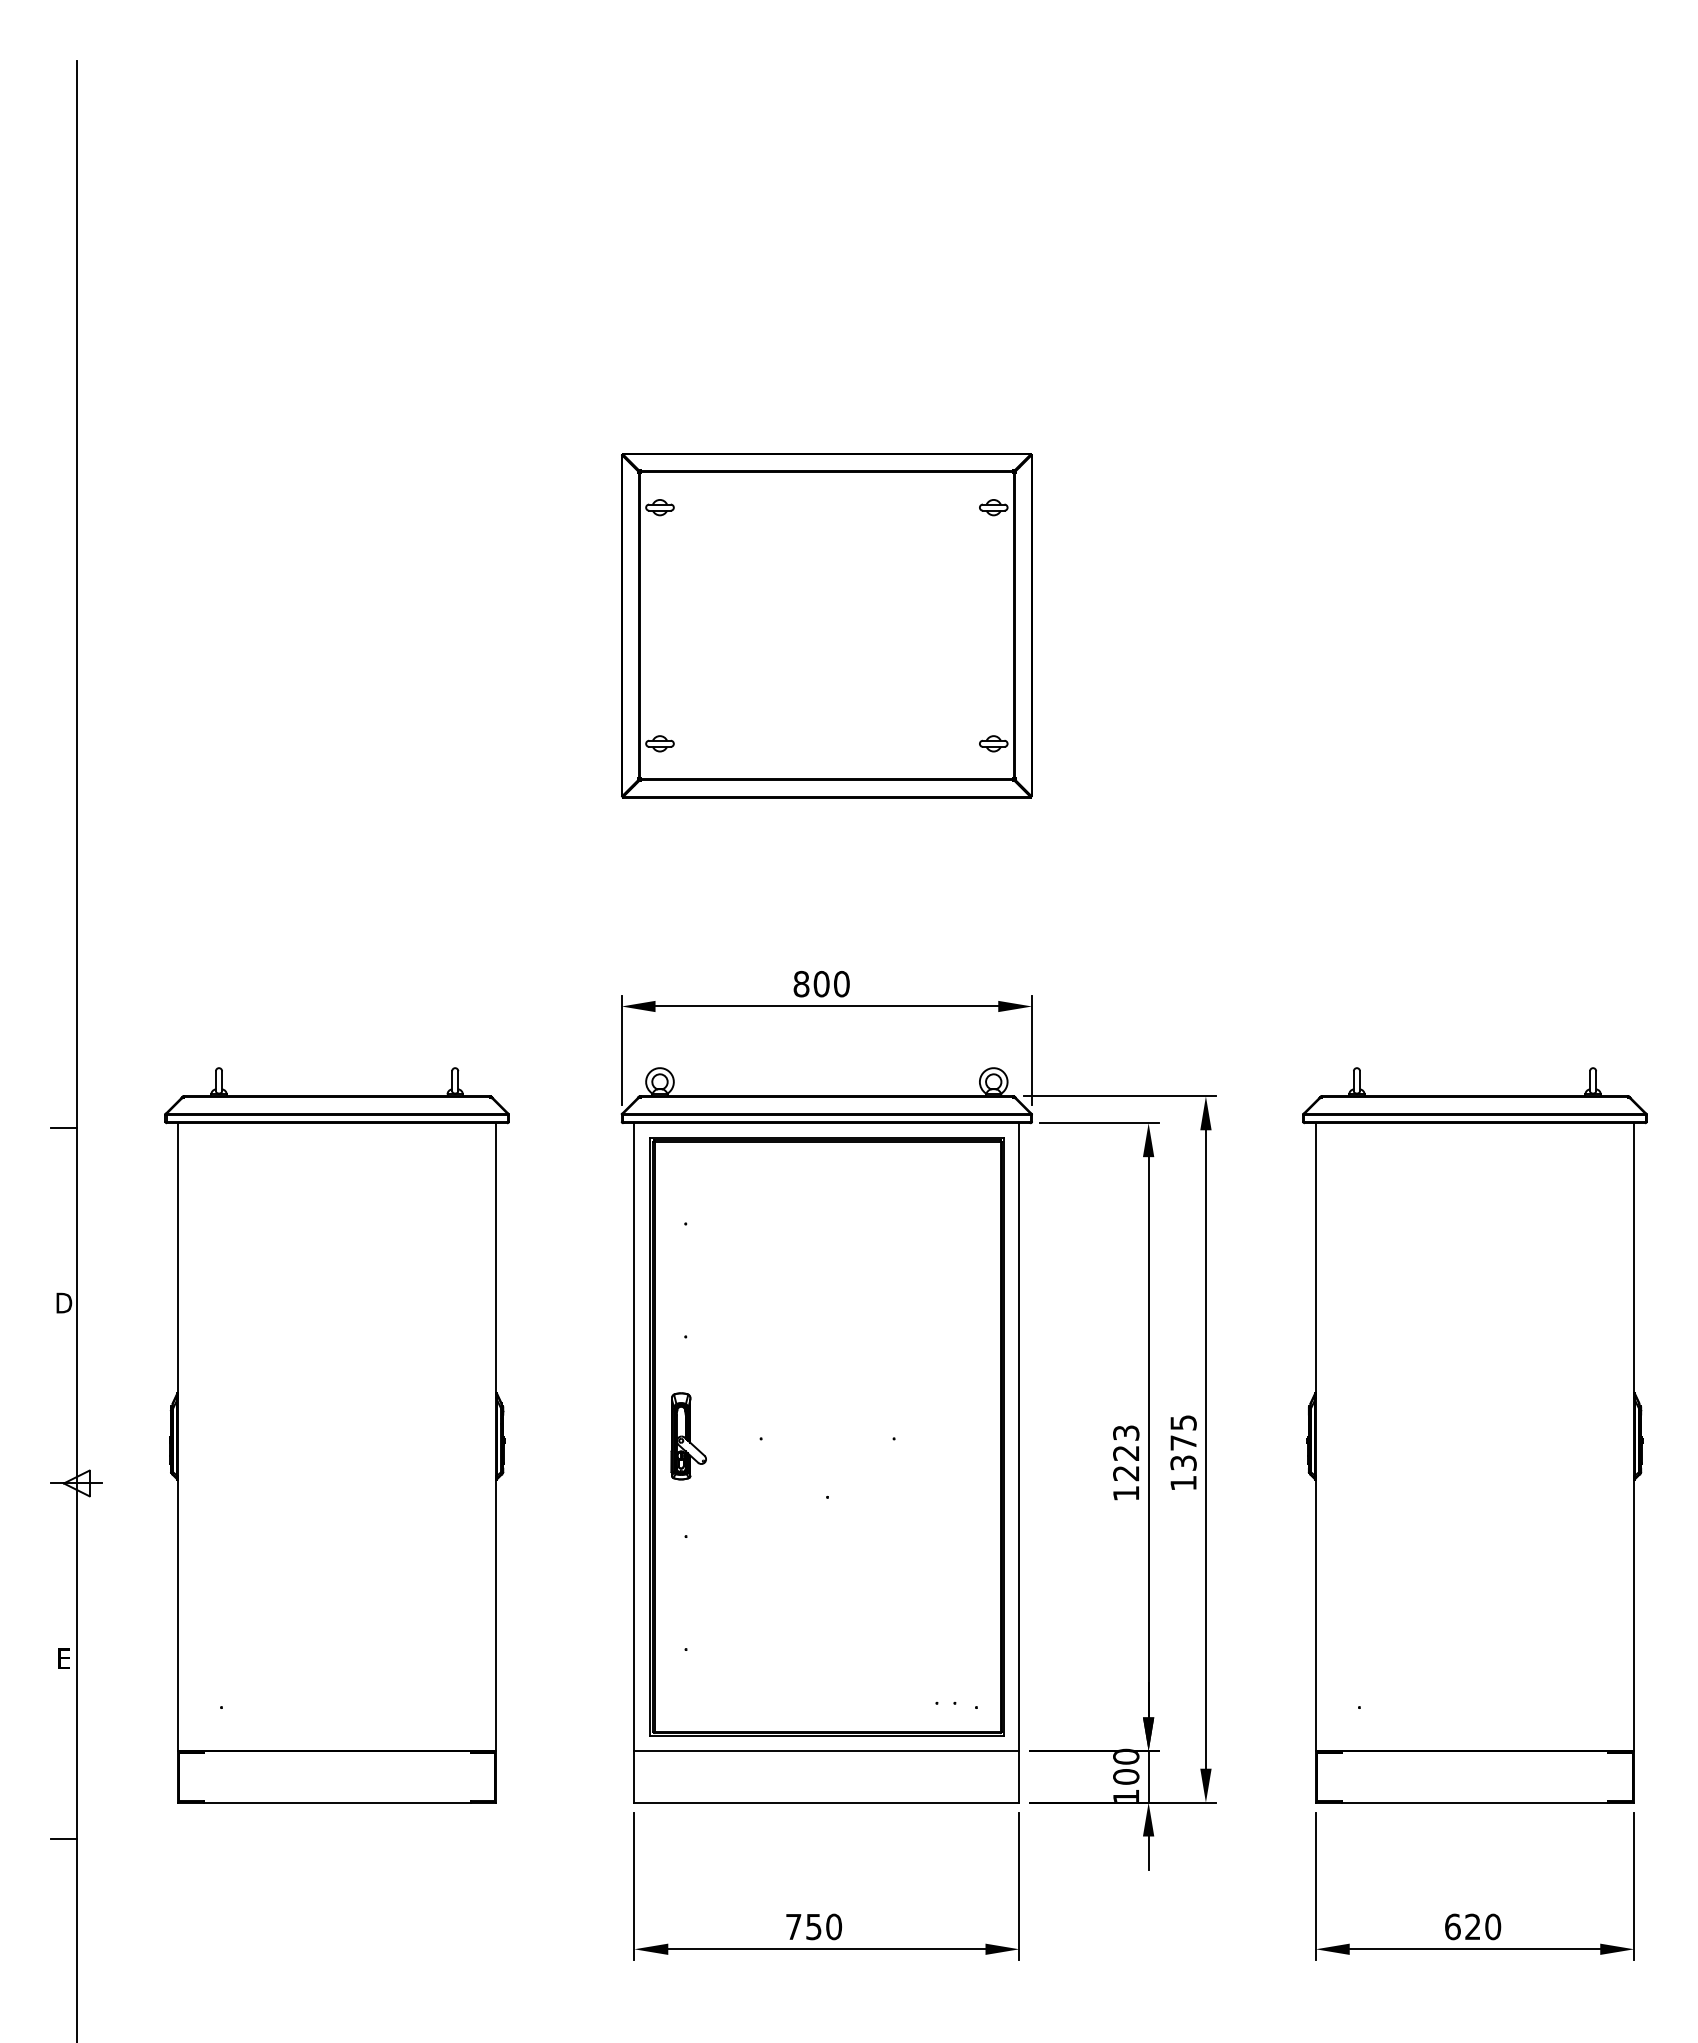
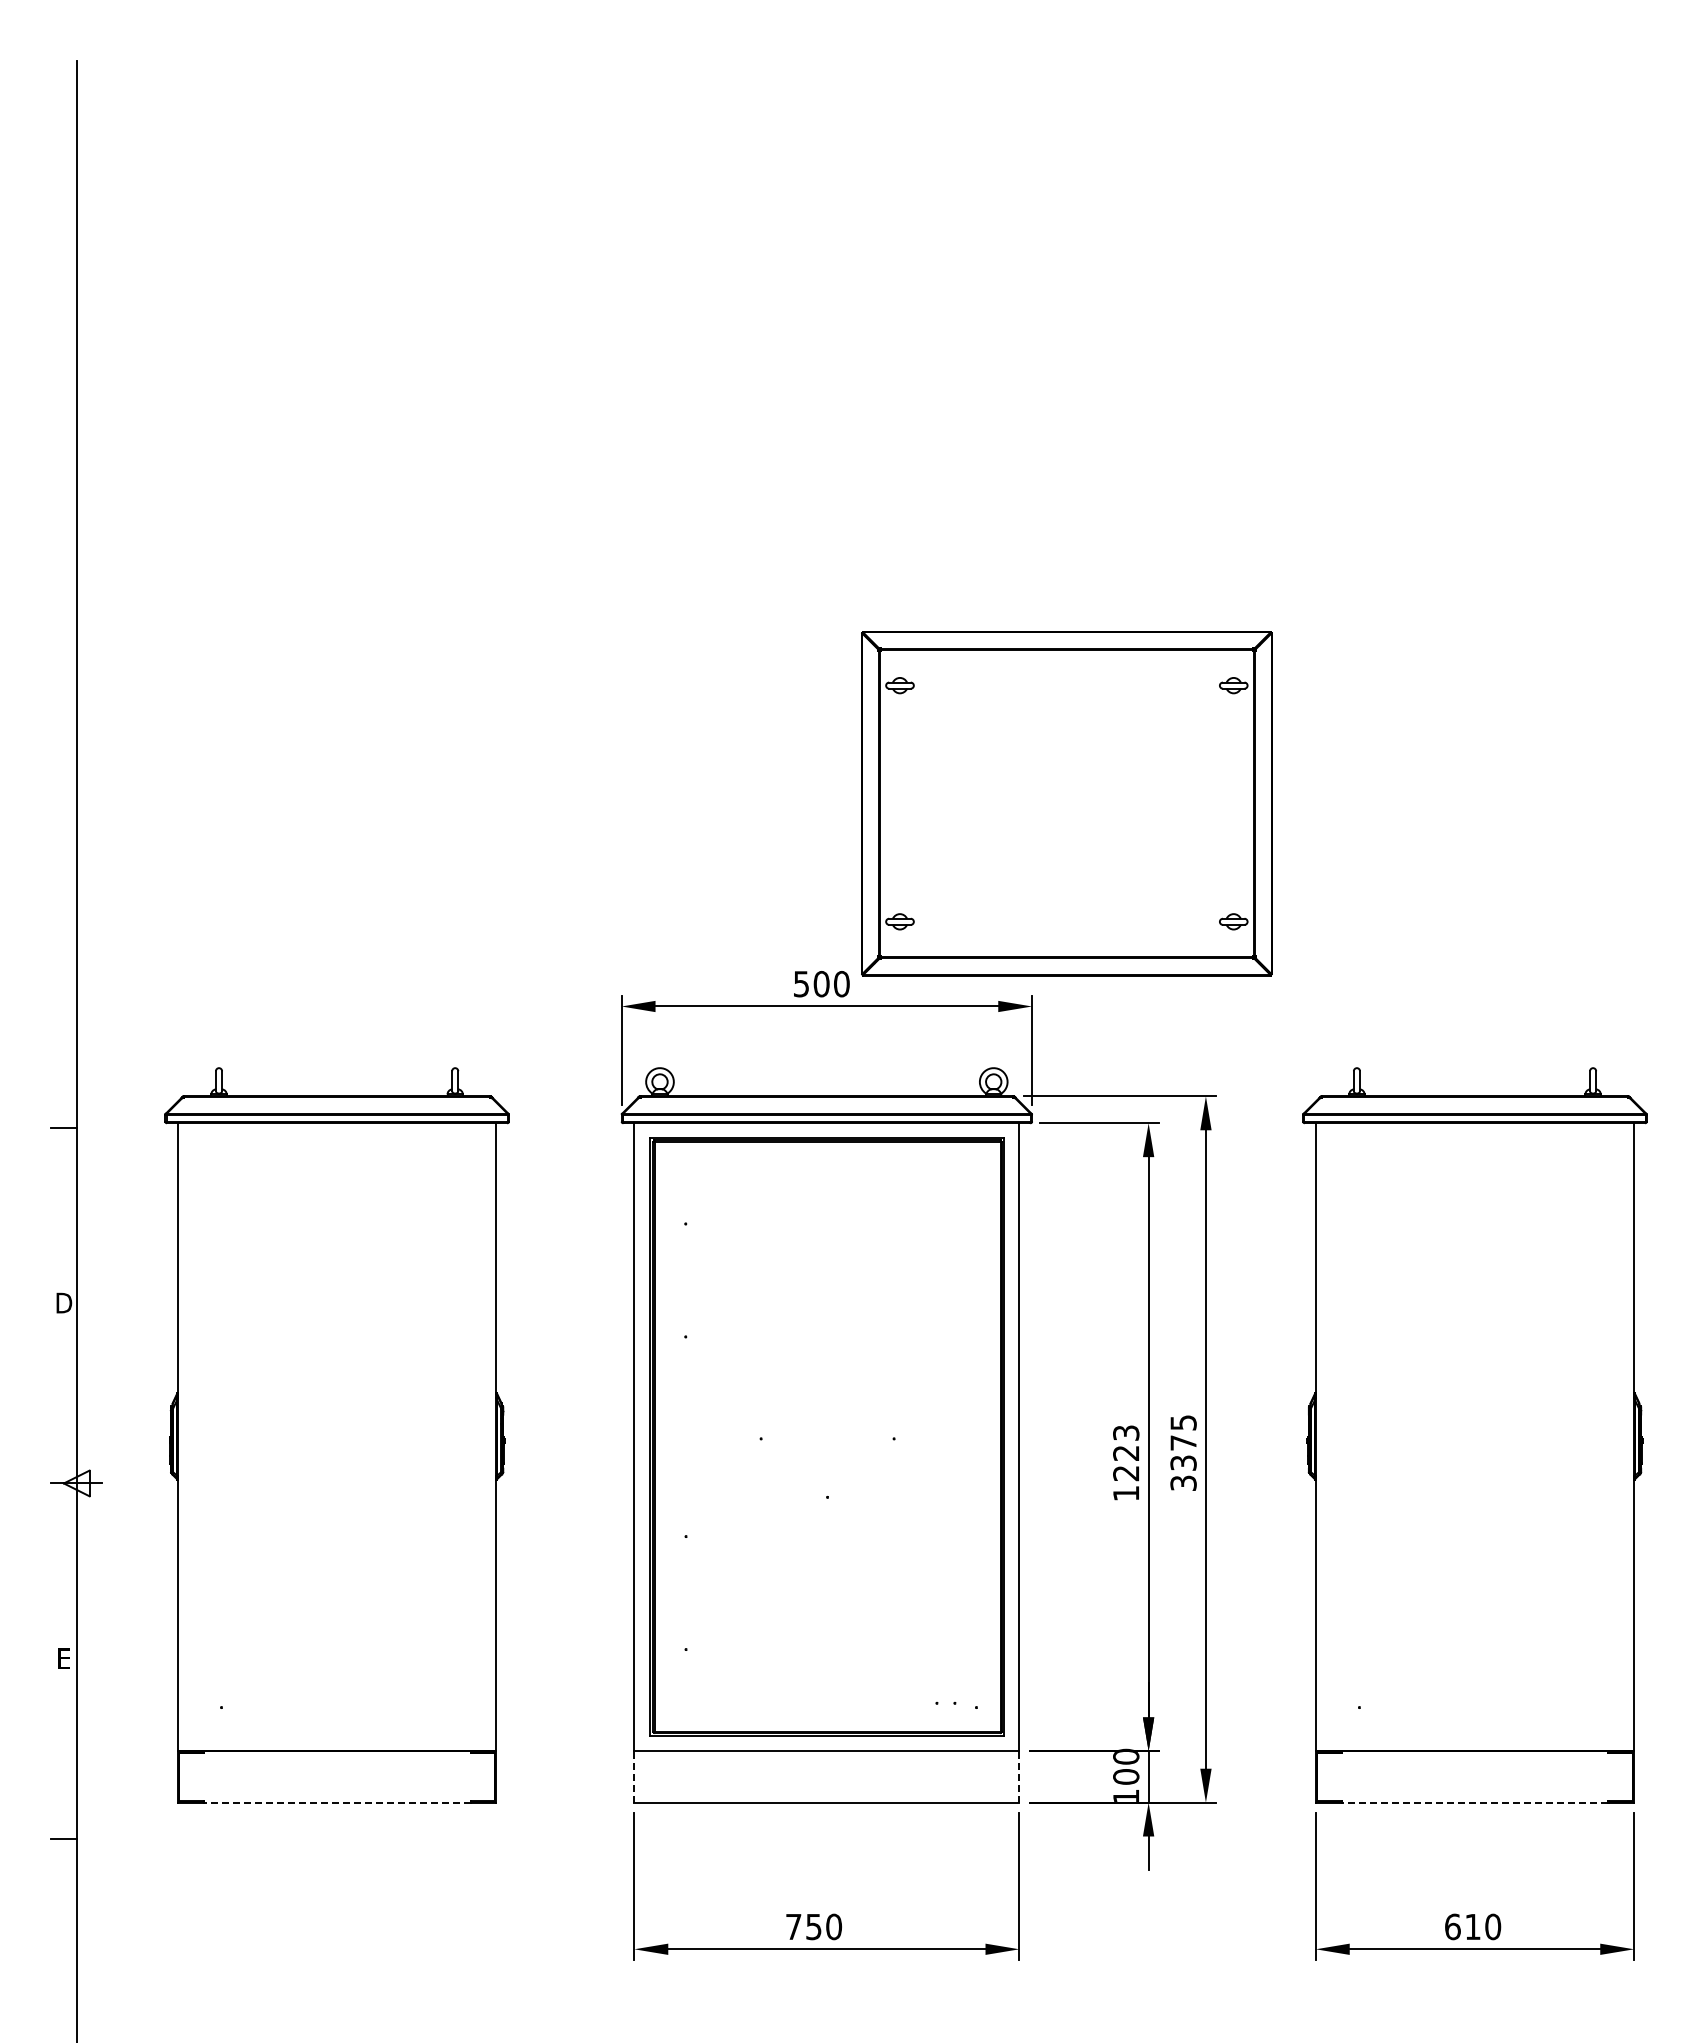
part at (826, 625) position: (826, 625) -> (1066, 803)
text at (801, 983): 800 -> 500
part at (688, 1436): present -> none
text at (1183, 1482): 1375 -> 3375
line at (634, 1776): solid -> dashed
line at (1019, 1776): solid -> dashed
line at (336, 1802): solid -> dashed
line at (1474, 1802): solid -> dashed
text at (1472, 1926): 620 -> 610
